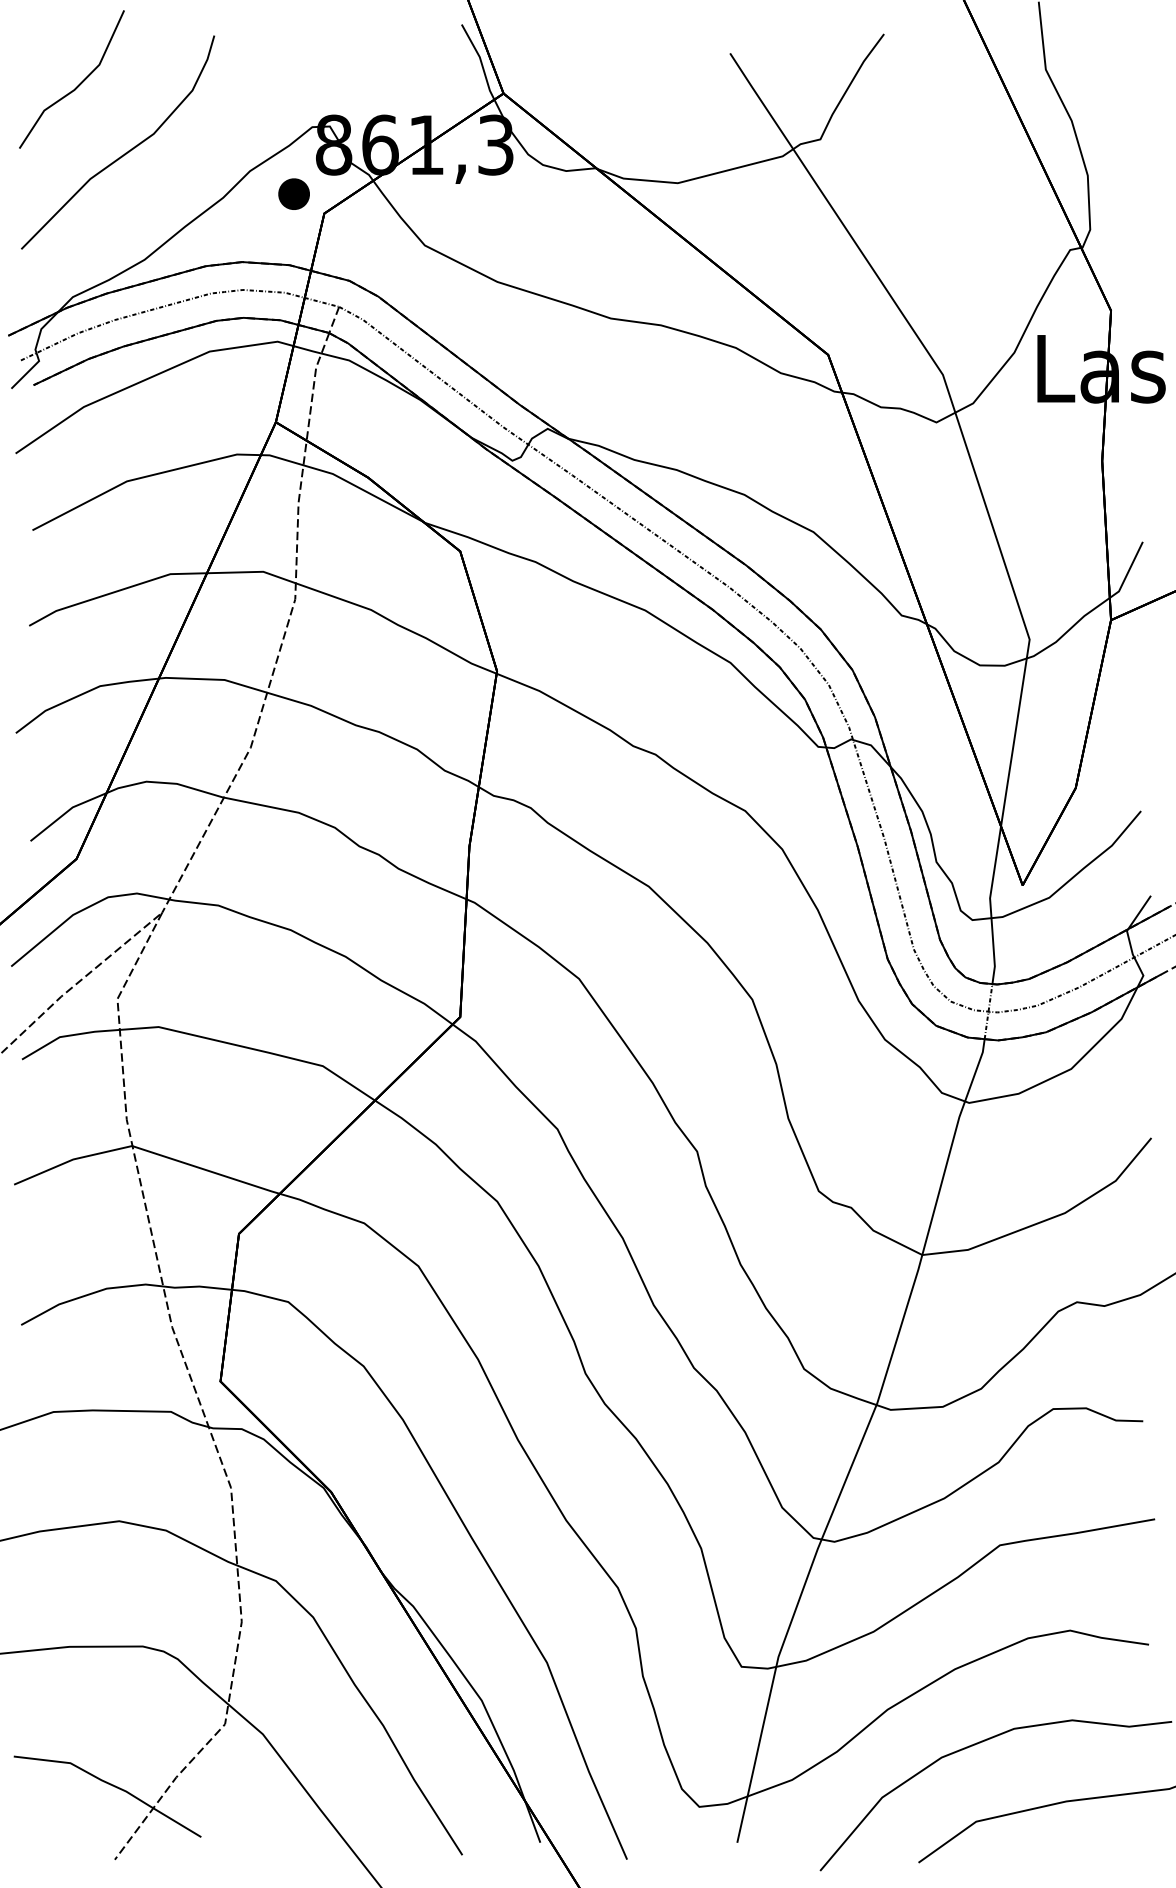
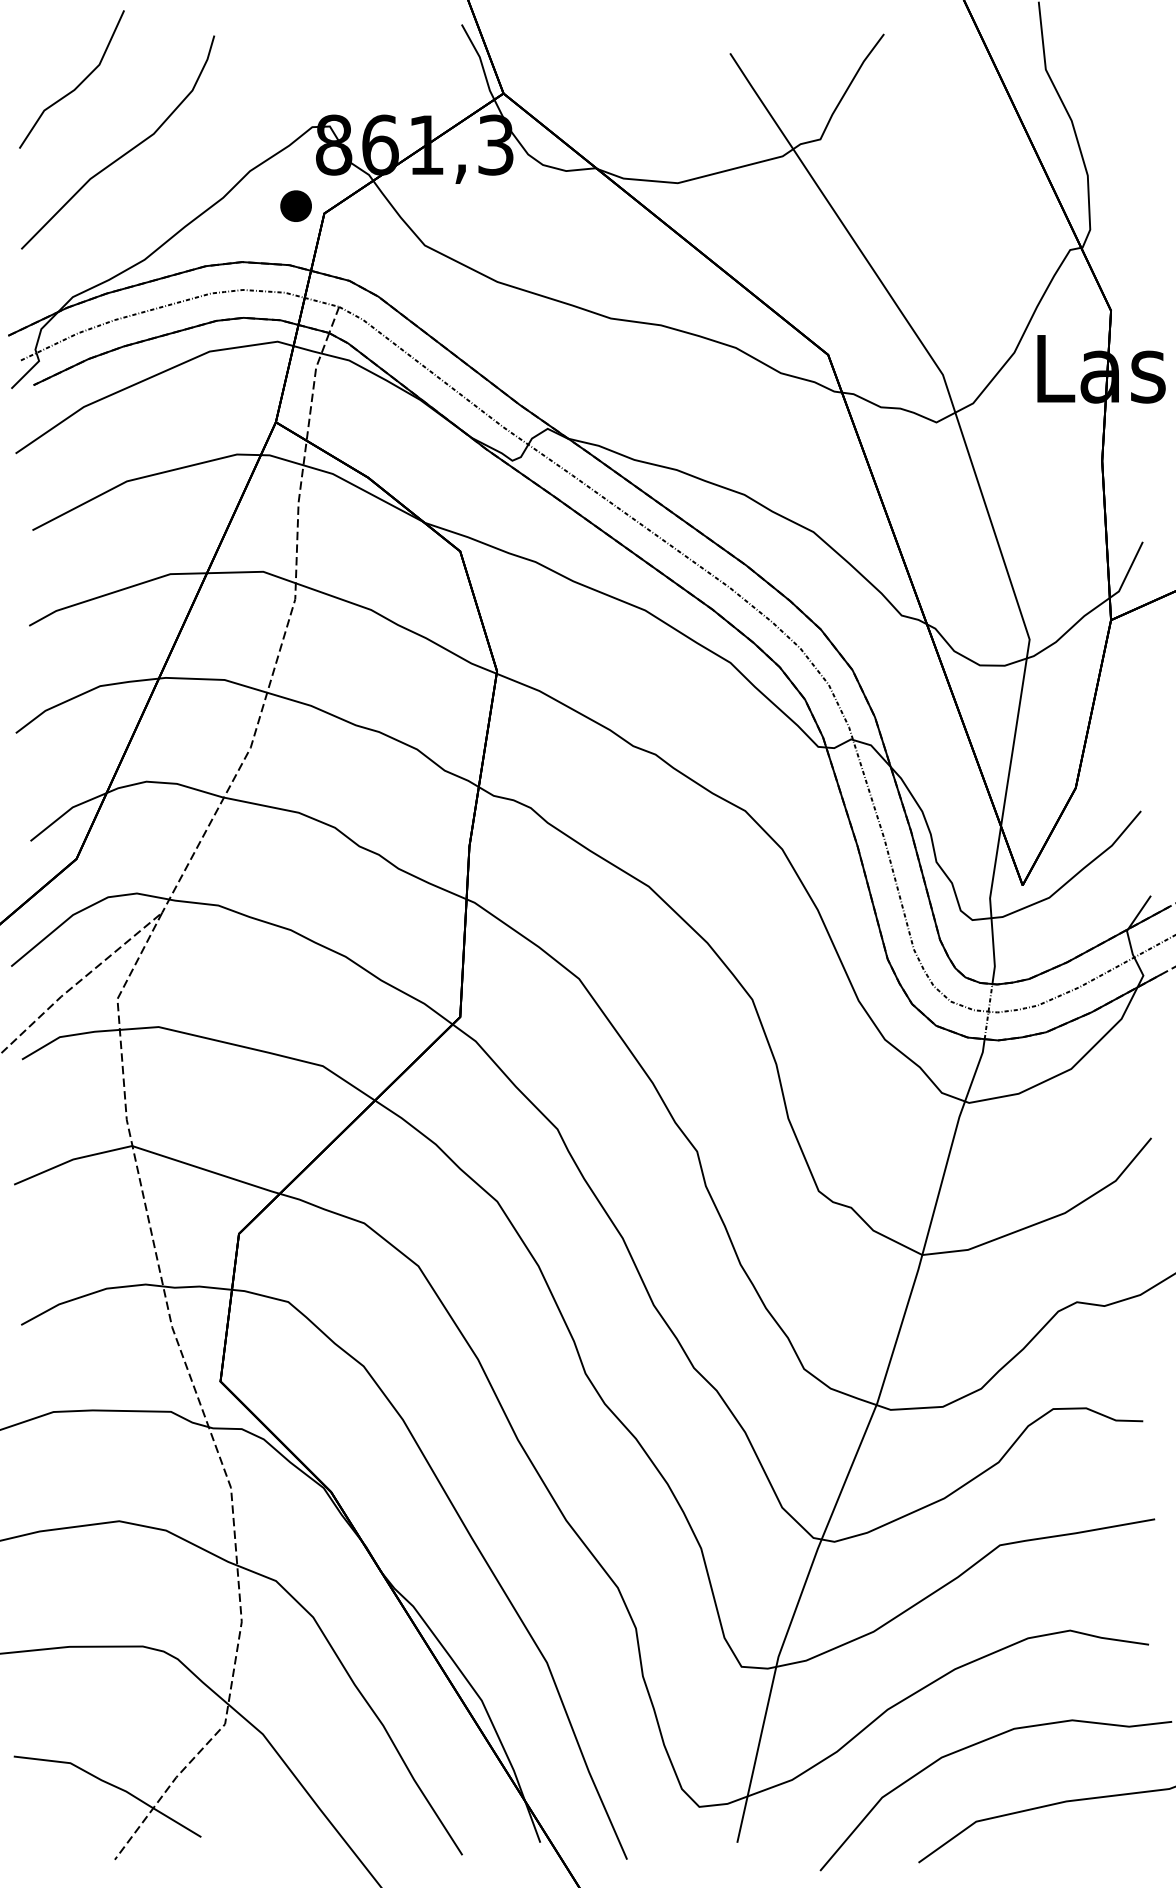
part at (293, 193) position: (293, 193) -> (295, 205)
